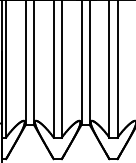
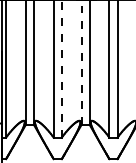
line at (81, 62): solid -> dashed
line at (61, 68): solid -> dashed
